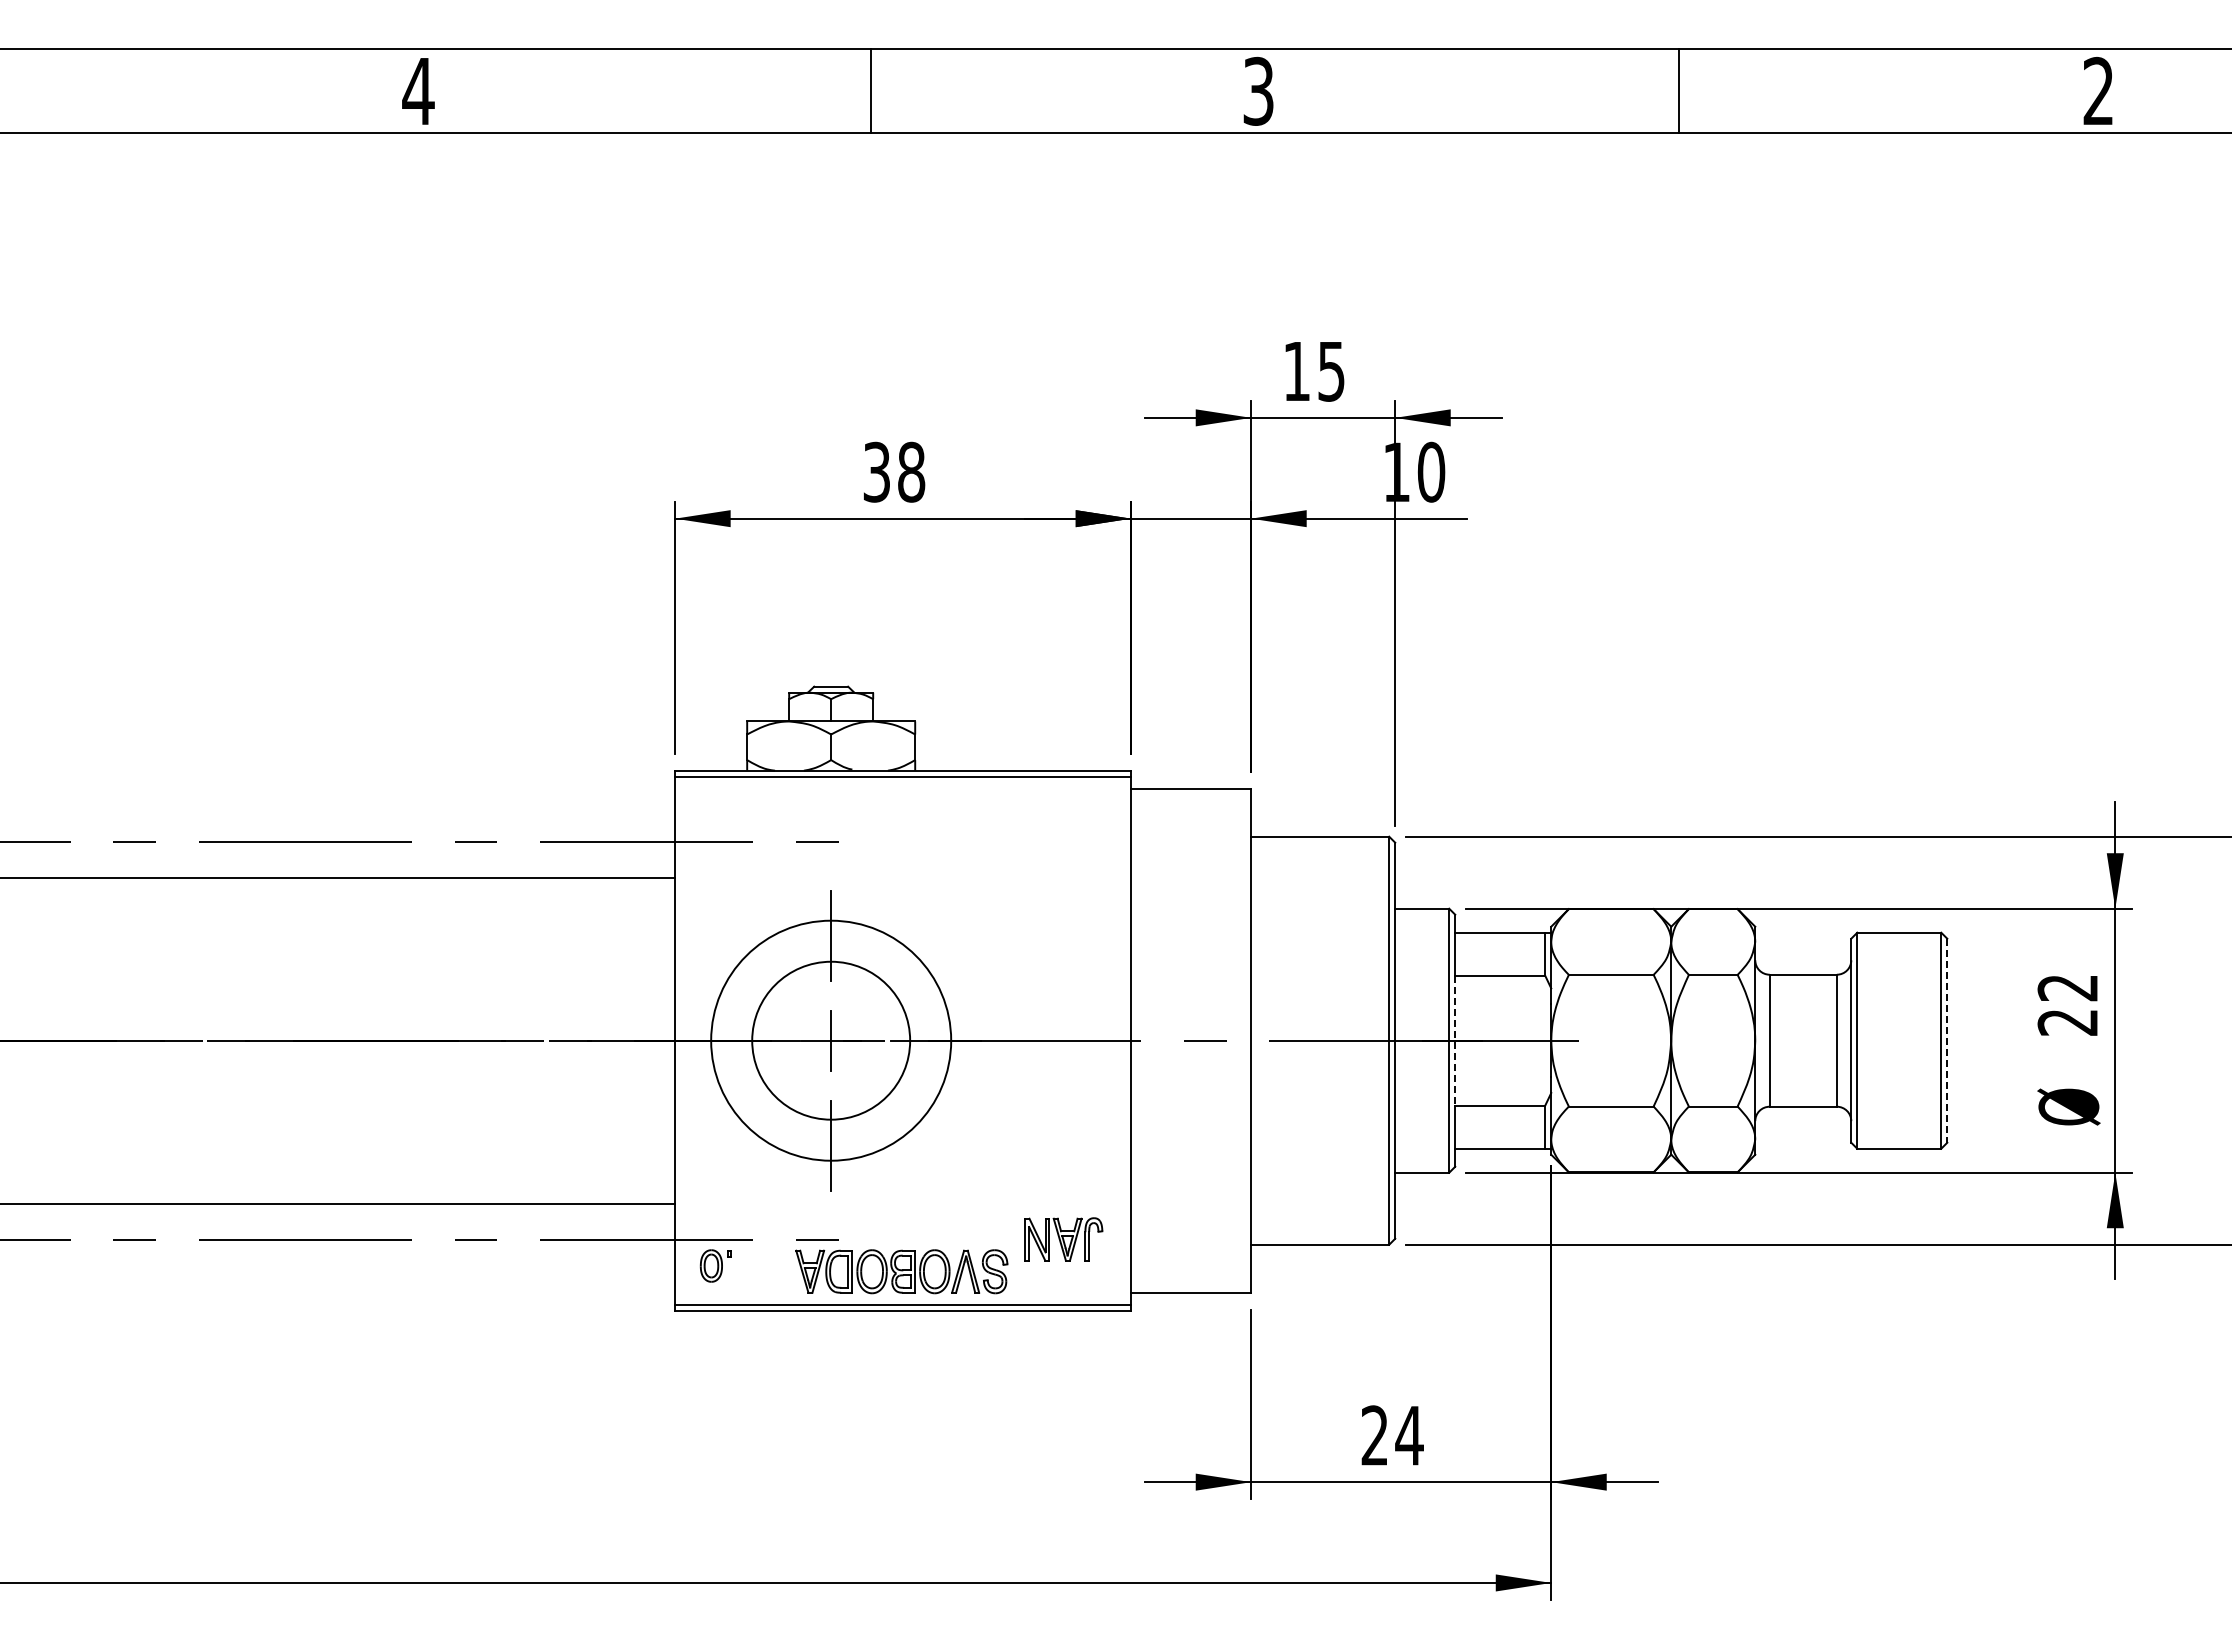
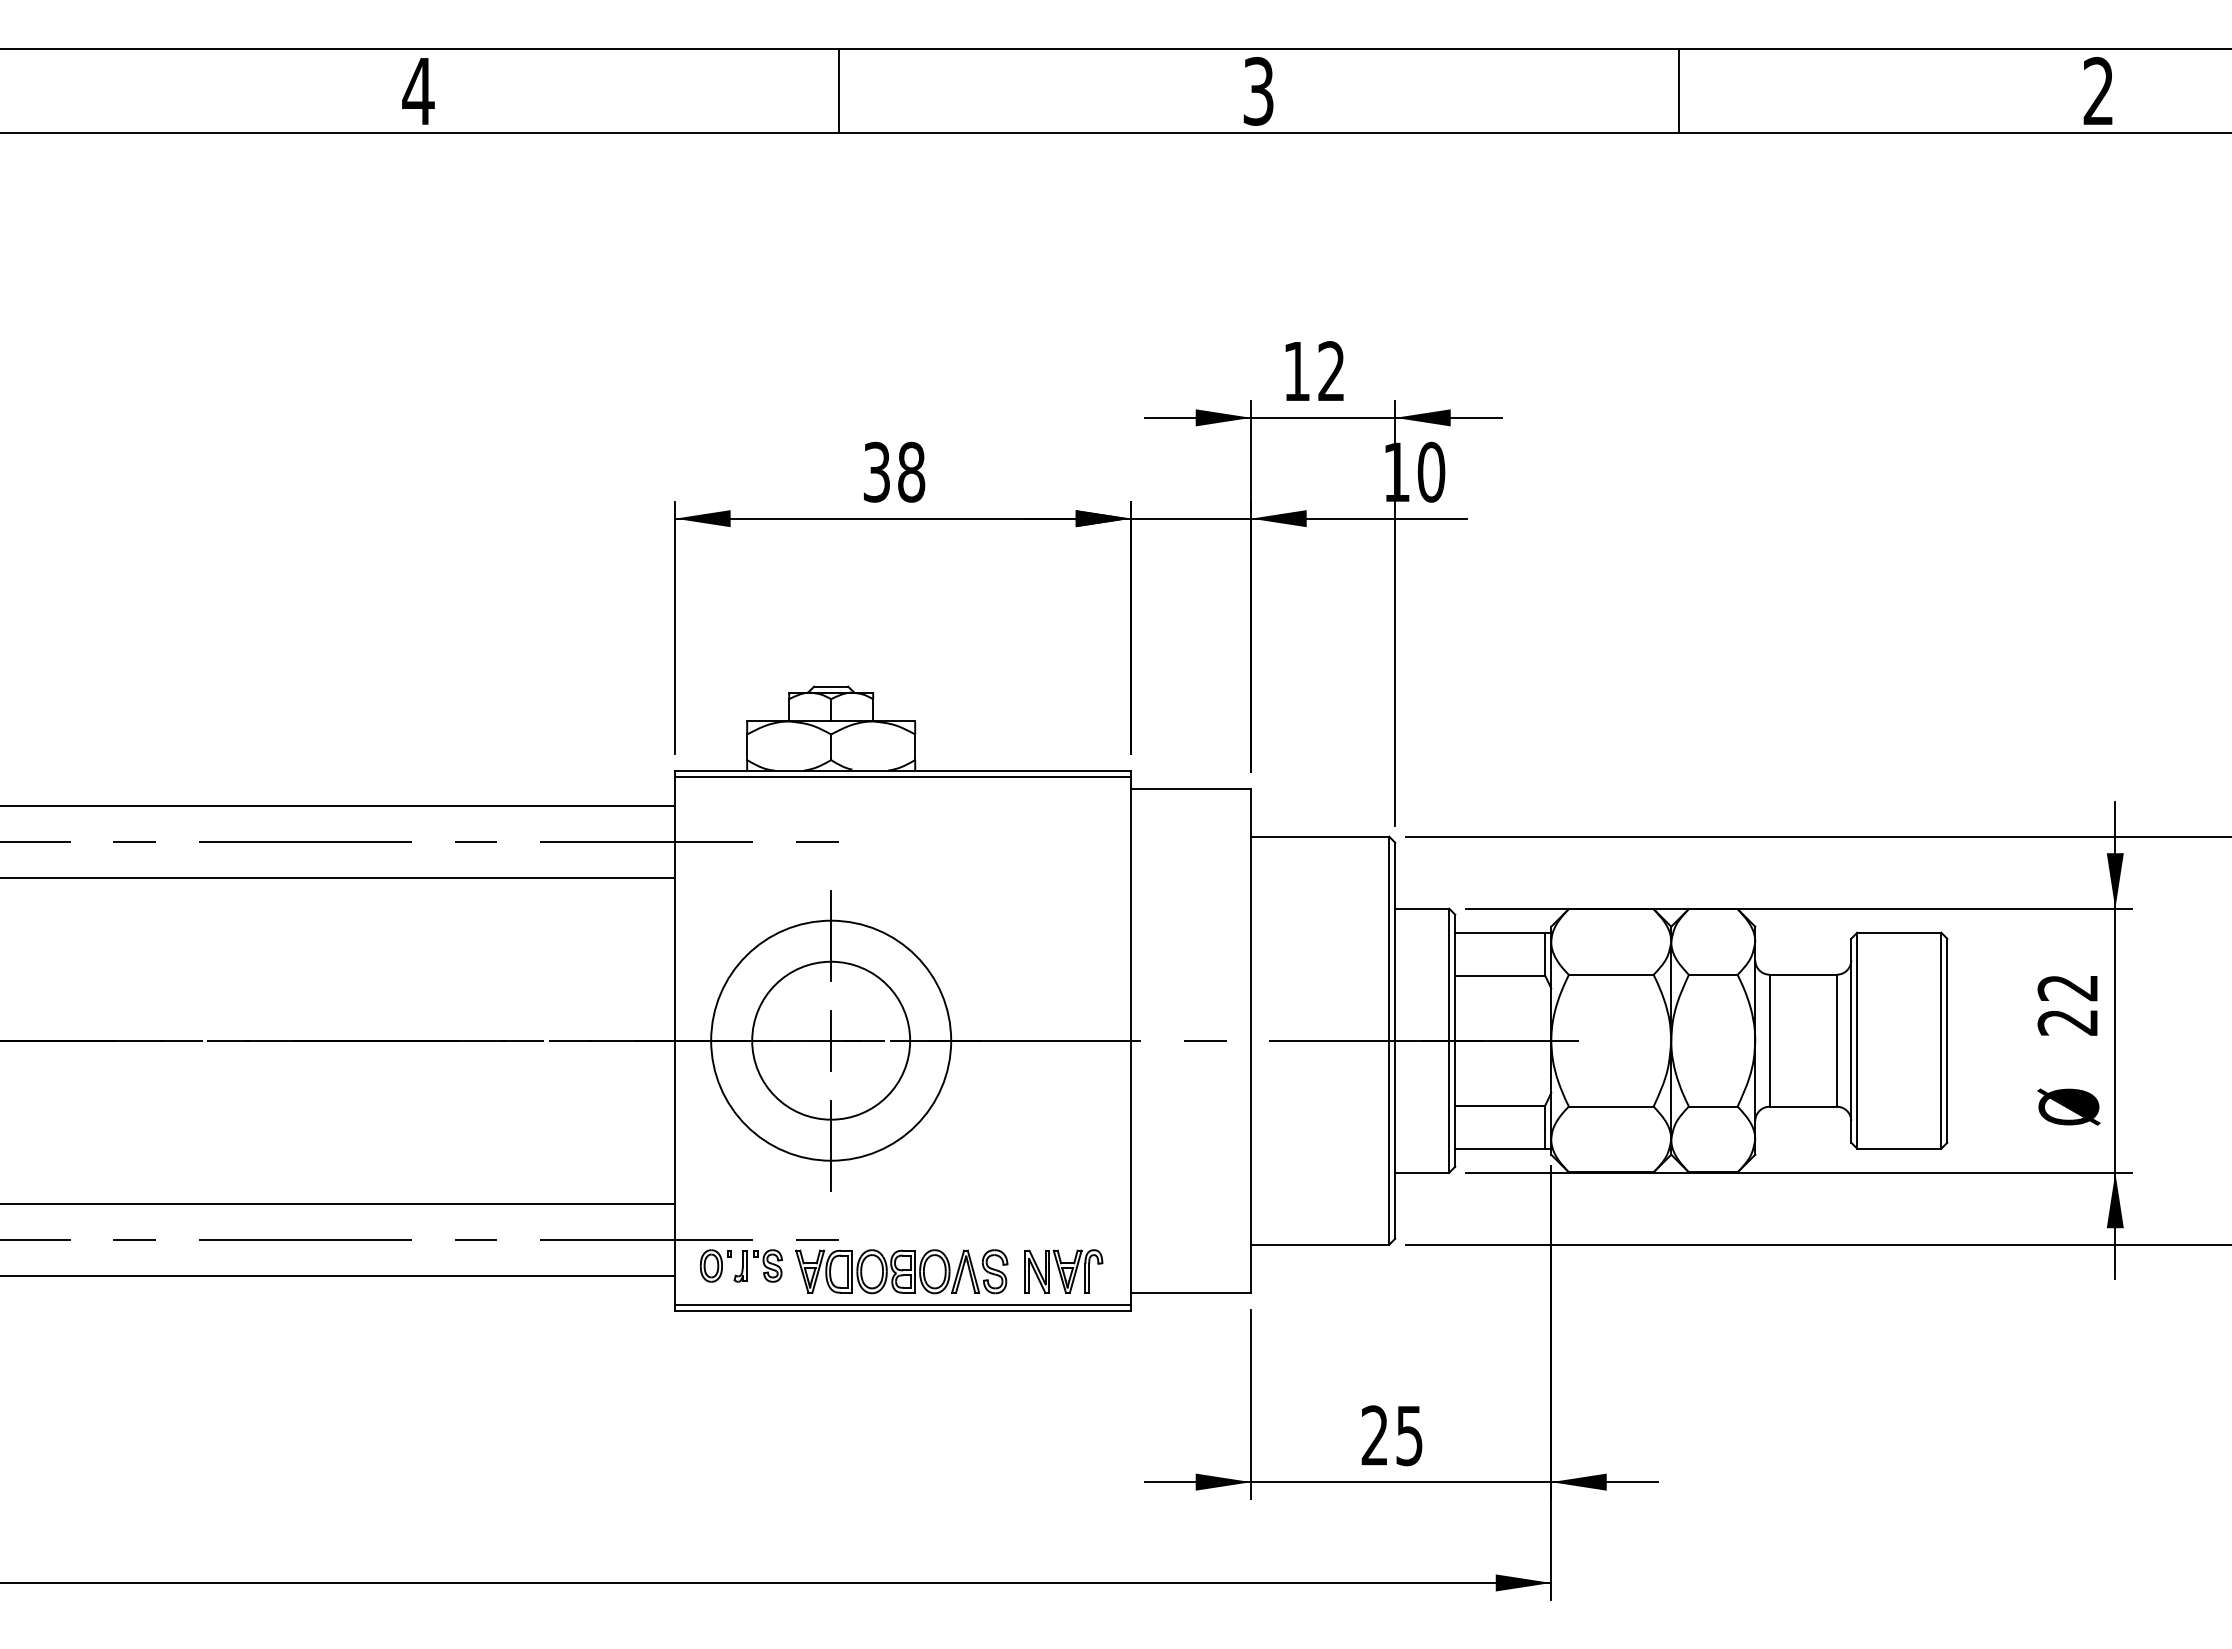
line at (871, 91) position: (871, 91) -> (839, 91)
text at (1331, 371): 15 -> 12
line at (338, 805): none -> present
line at (1455, 1040): dashed -> solid
line at (1947, 1041): dashed -> solid
part at (1063, 1239) position: (1063, 1239) -> (1063, 1271)
part at (757, 1265): none -> present
line at (338, 1275): none -> present
text at (1409, 1436): 24 -> 25
